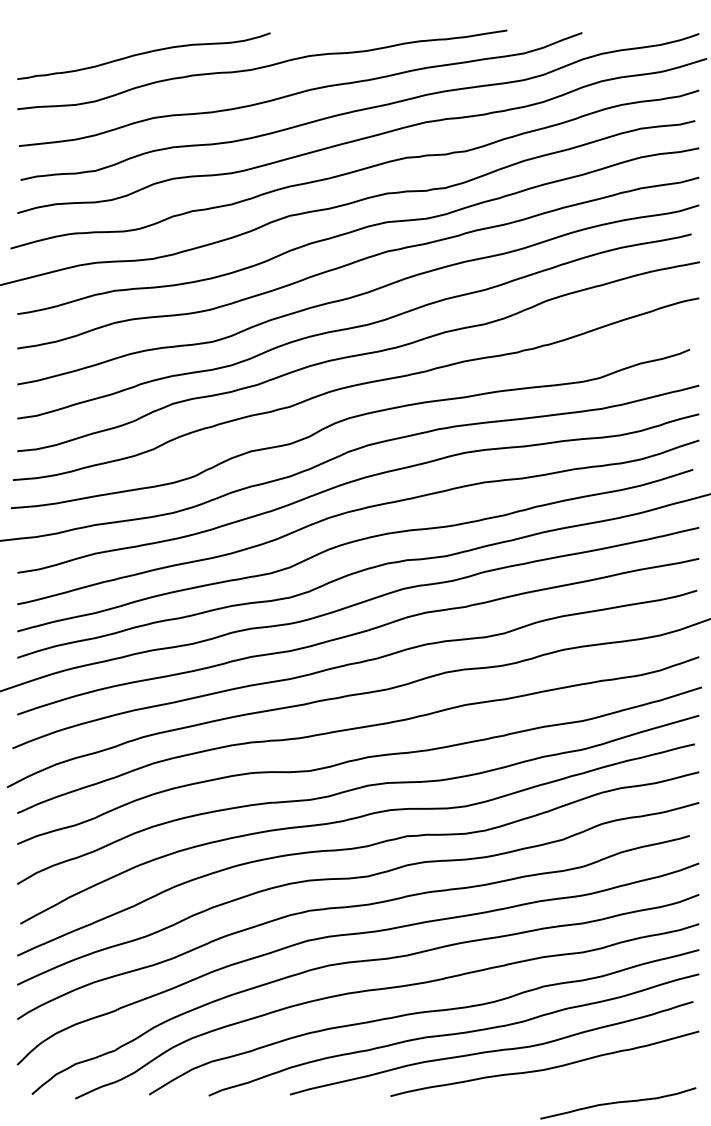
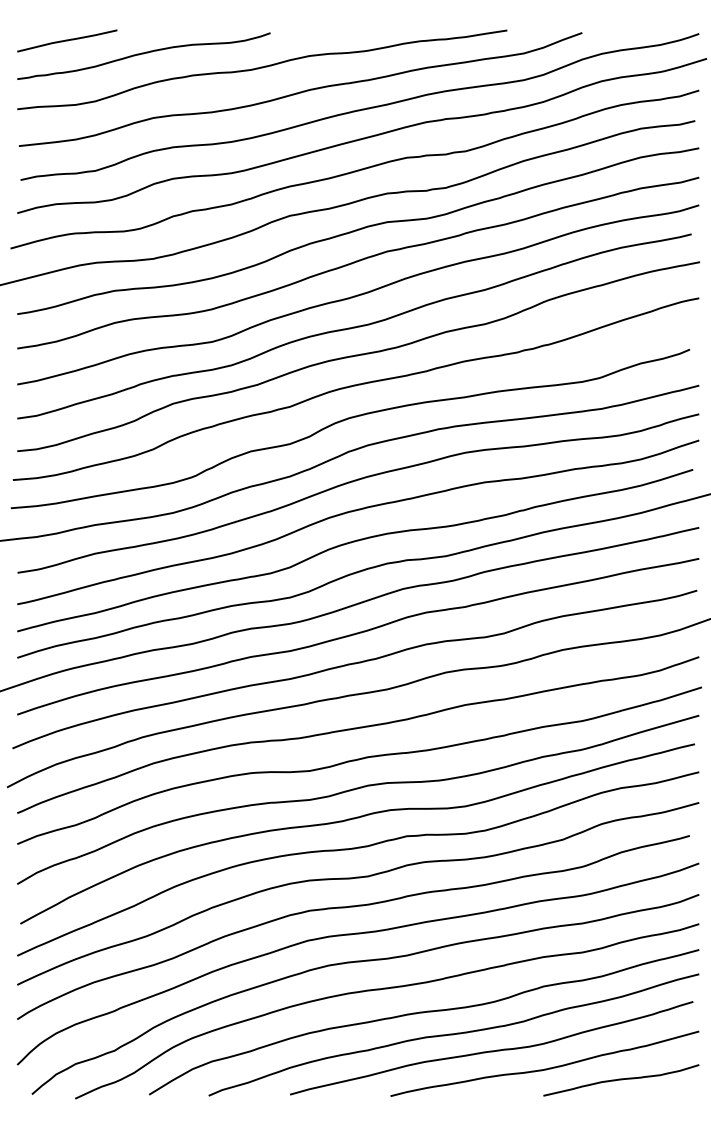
curve at (67, 40): none -> present
curve at (618, 1103) position: (618, 1103) -> (621, 1080)
